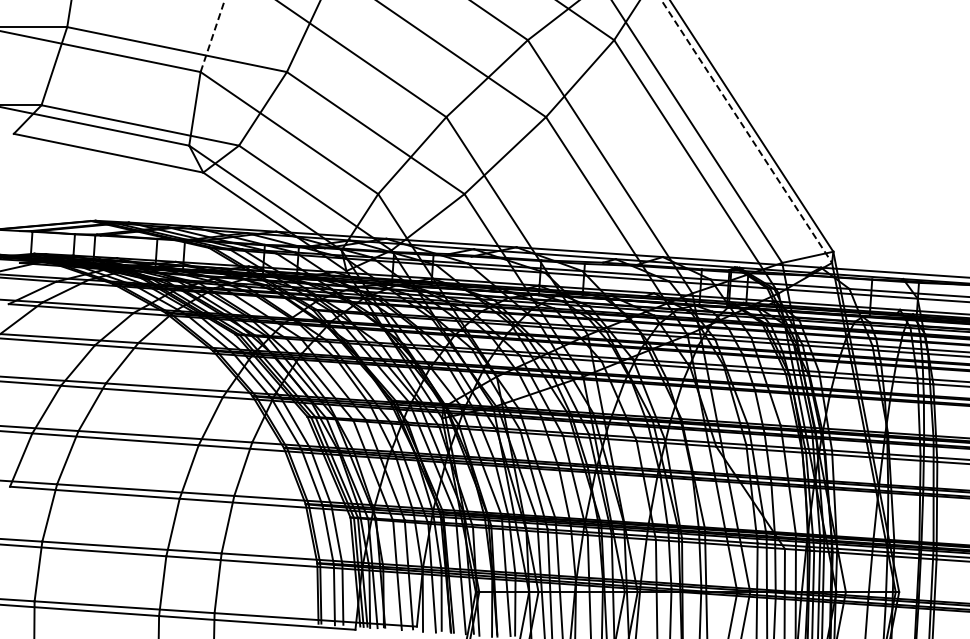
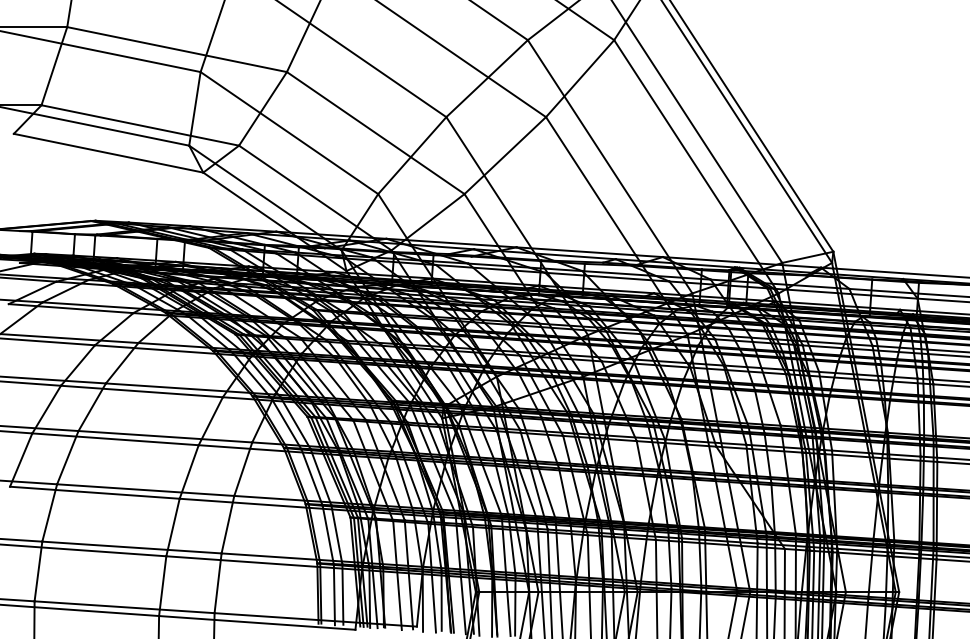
line at (212, 36): dashed -> solid
line at (747, 132): dashed -> solid
